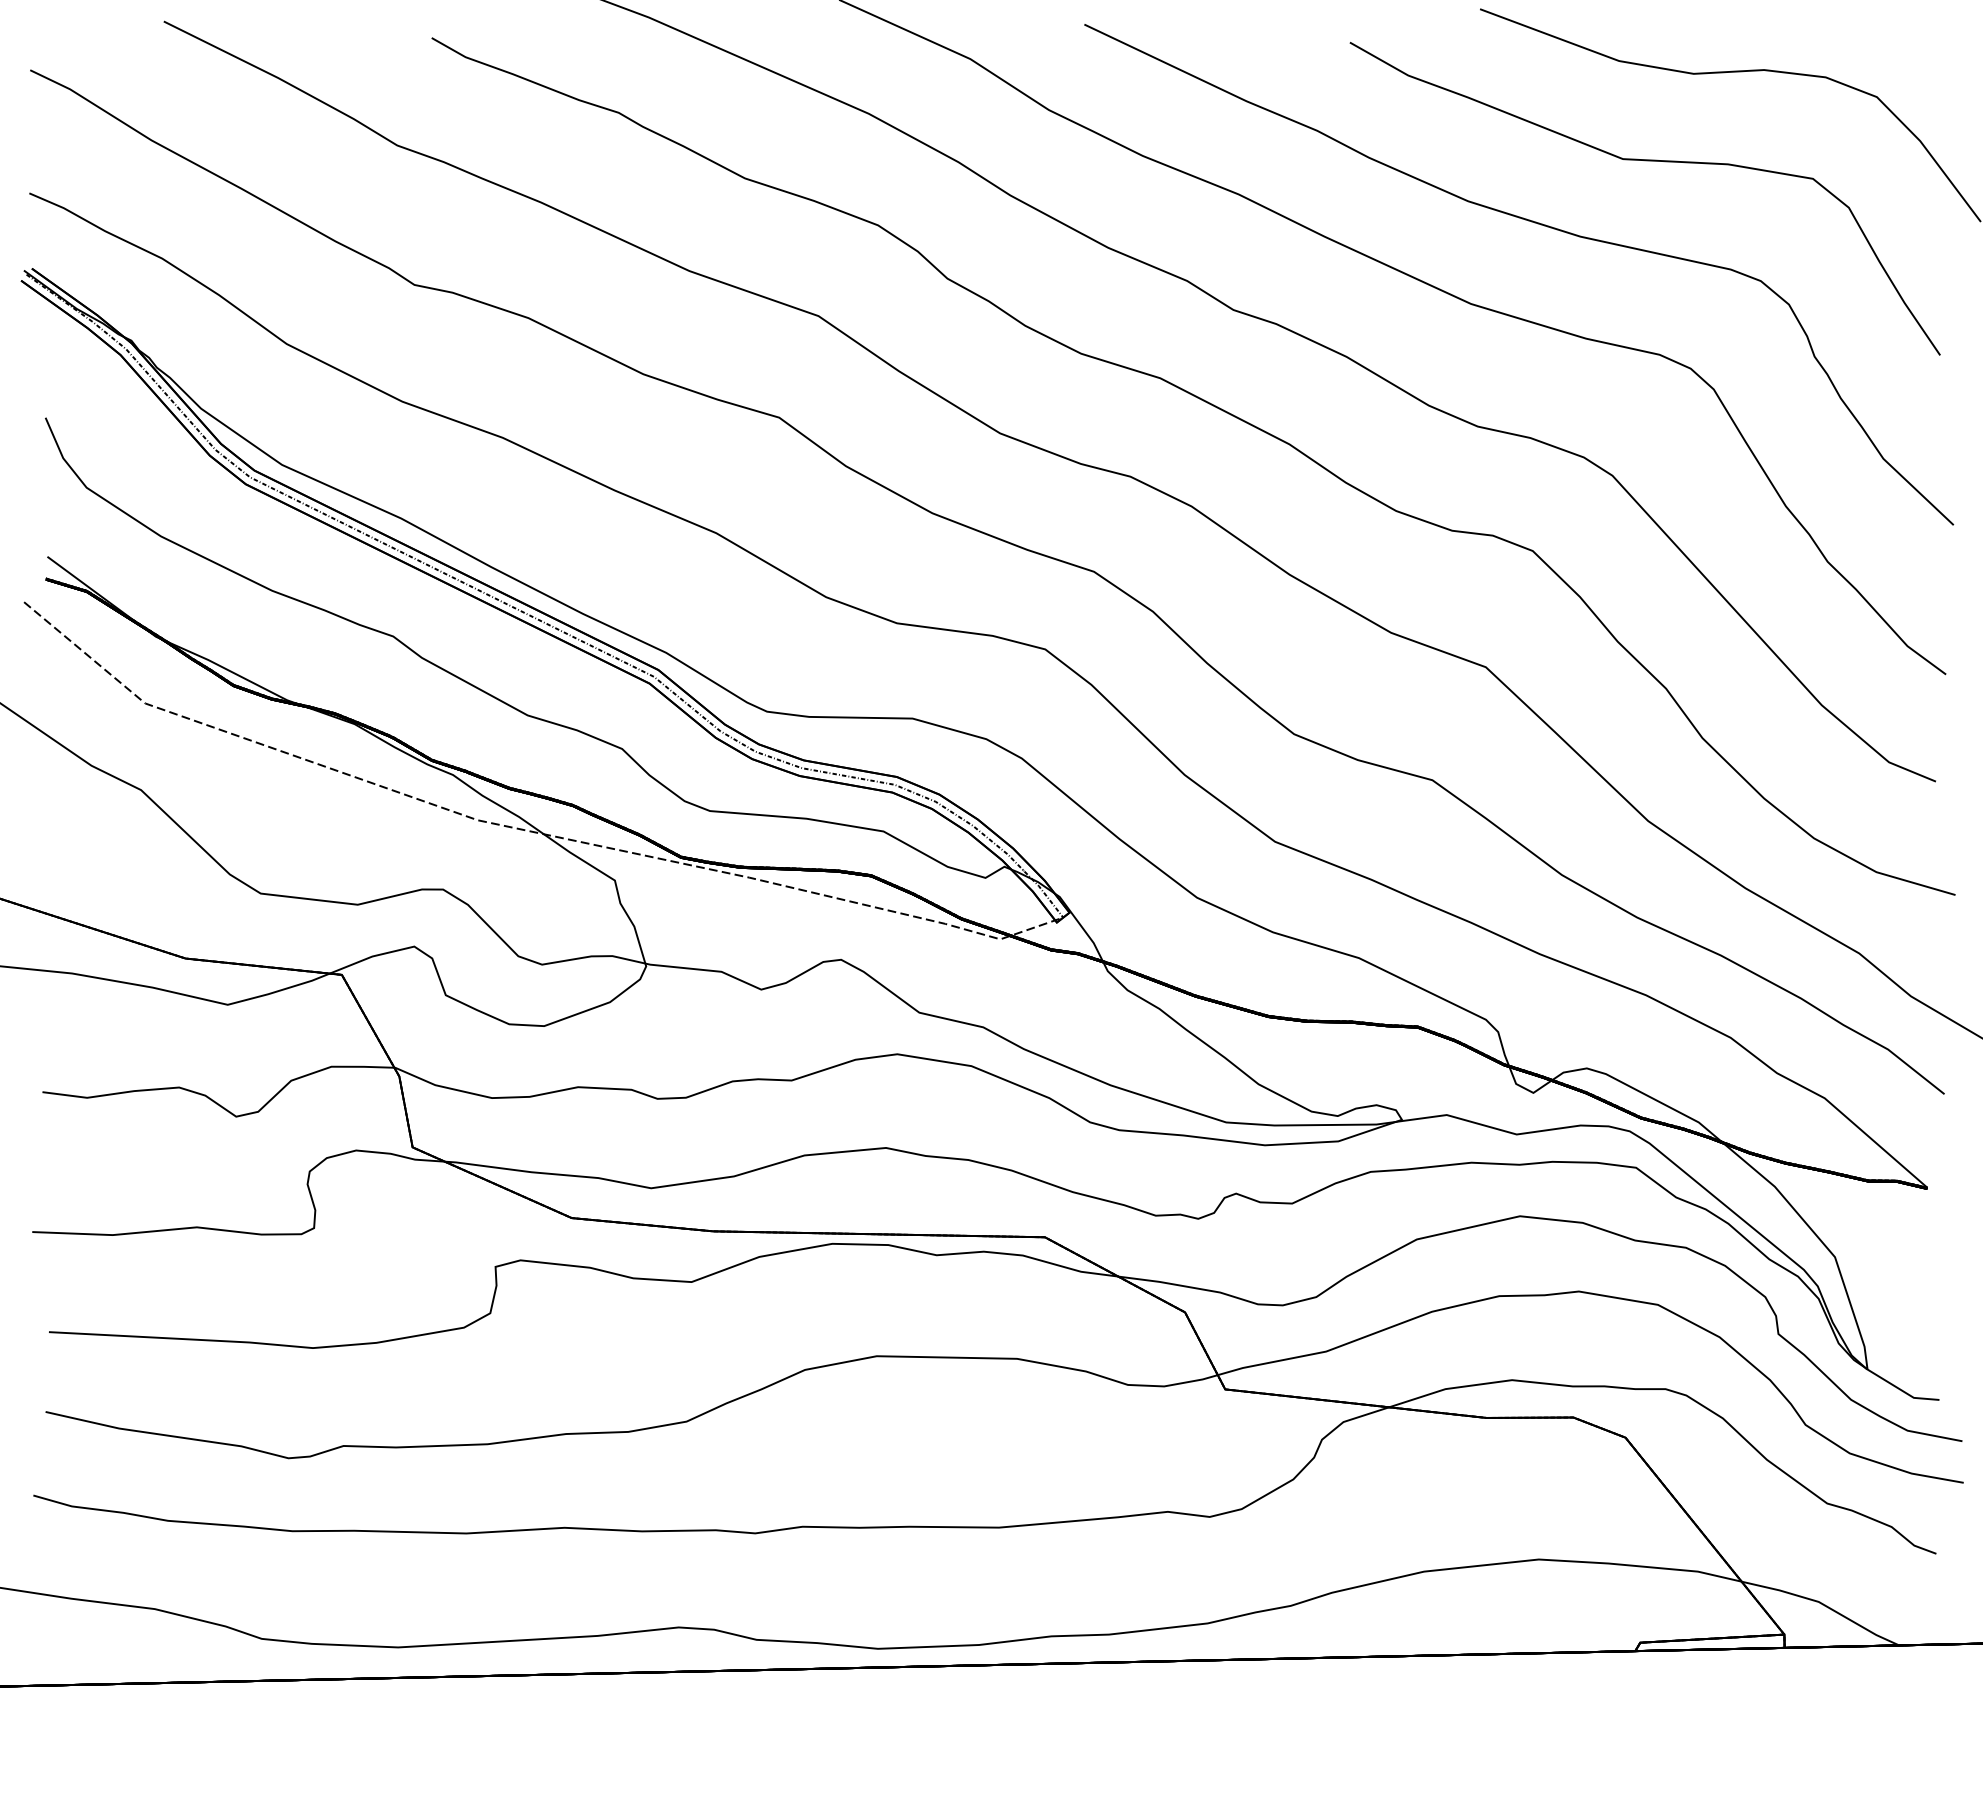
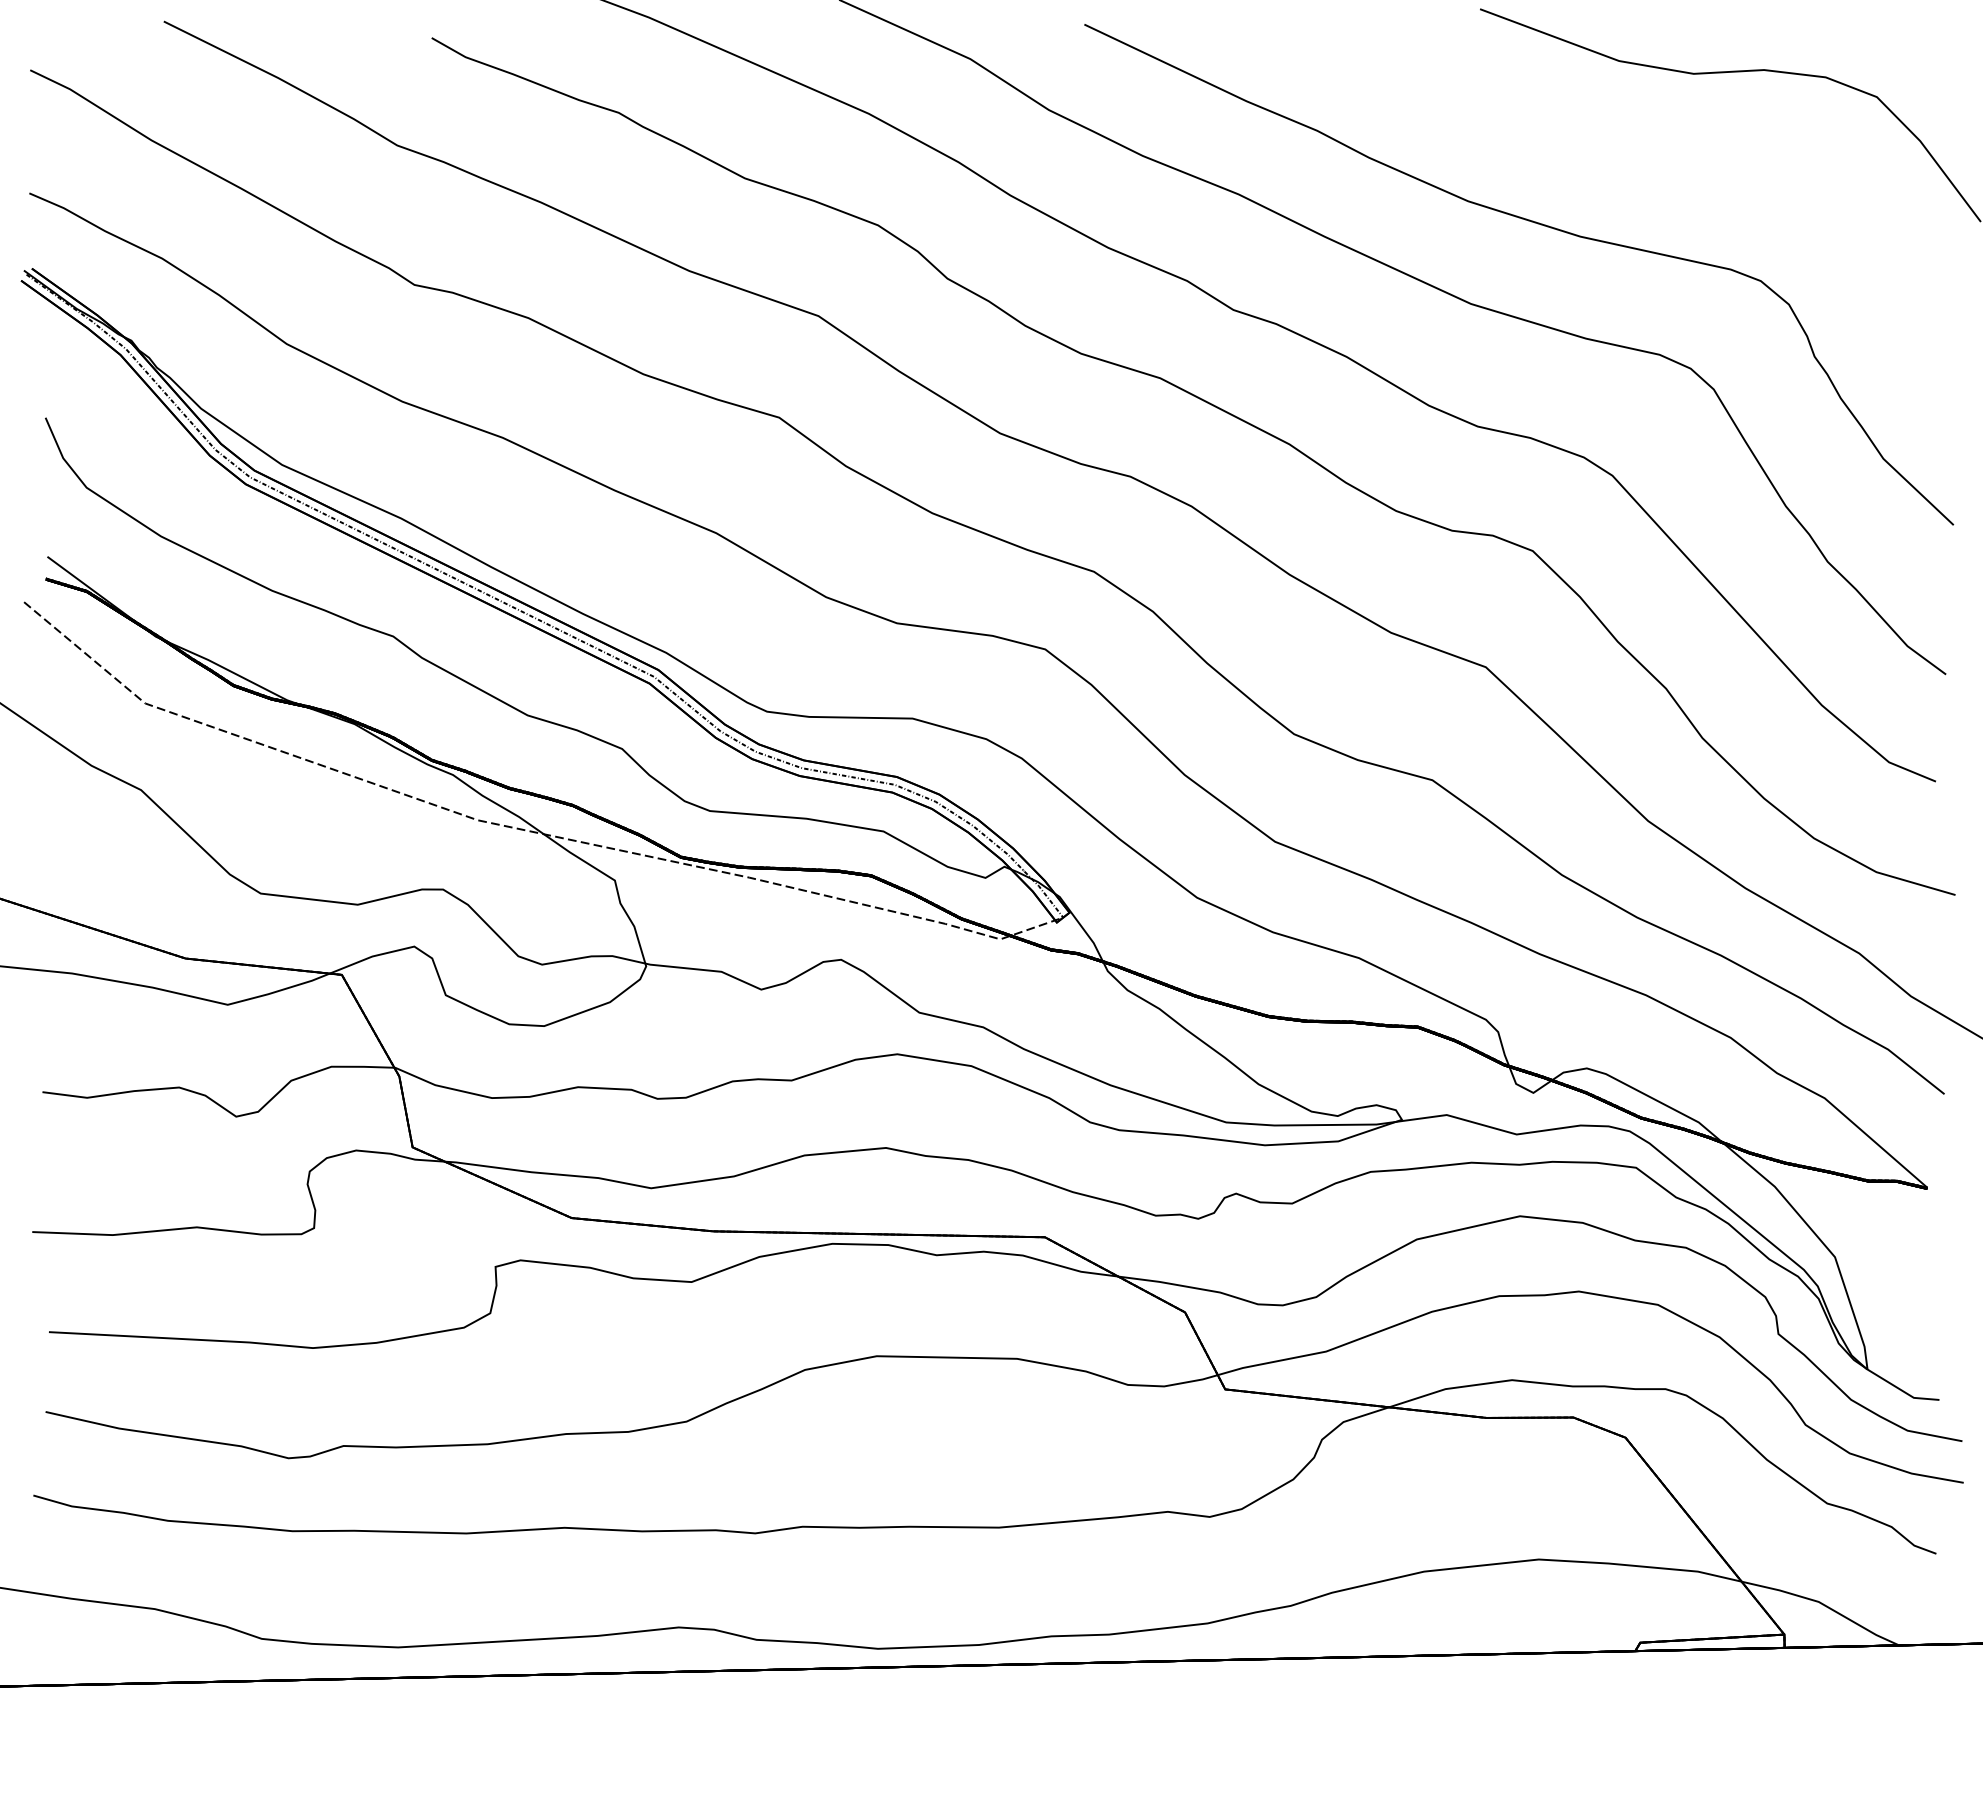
part at (1644, 161): present -> none
